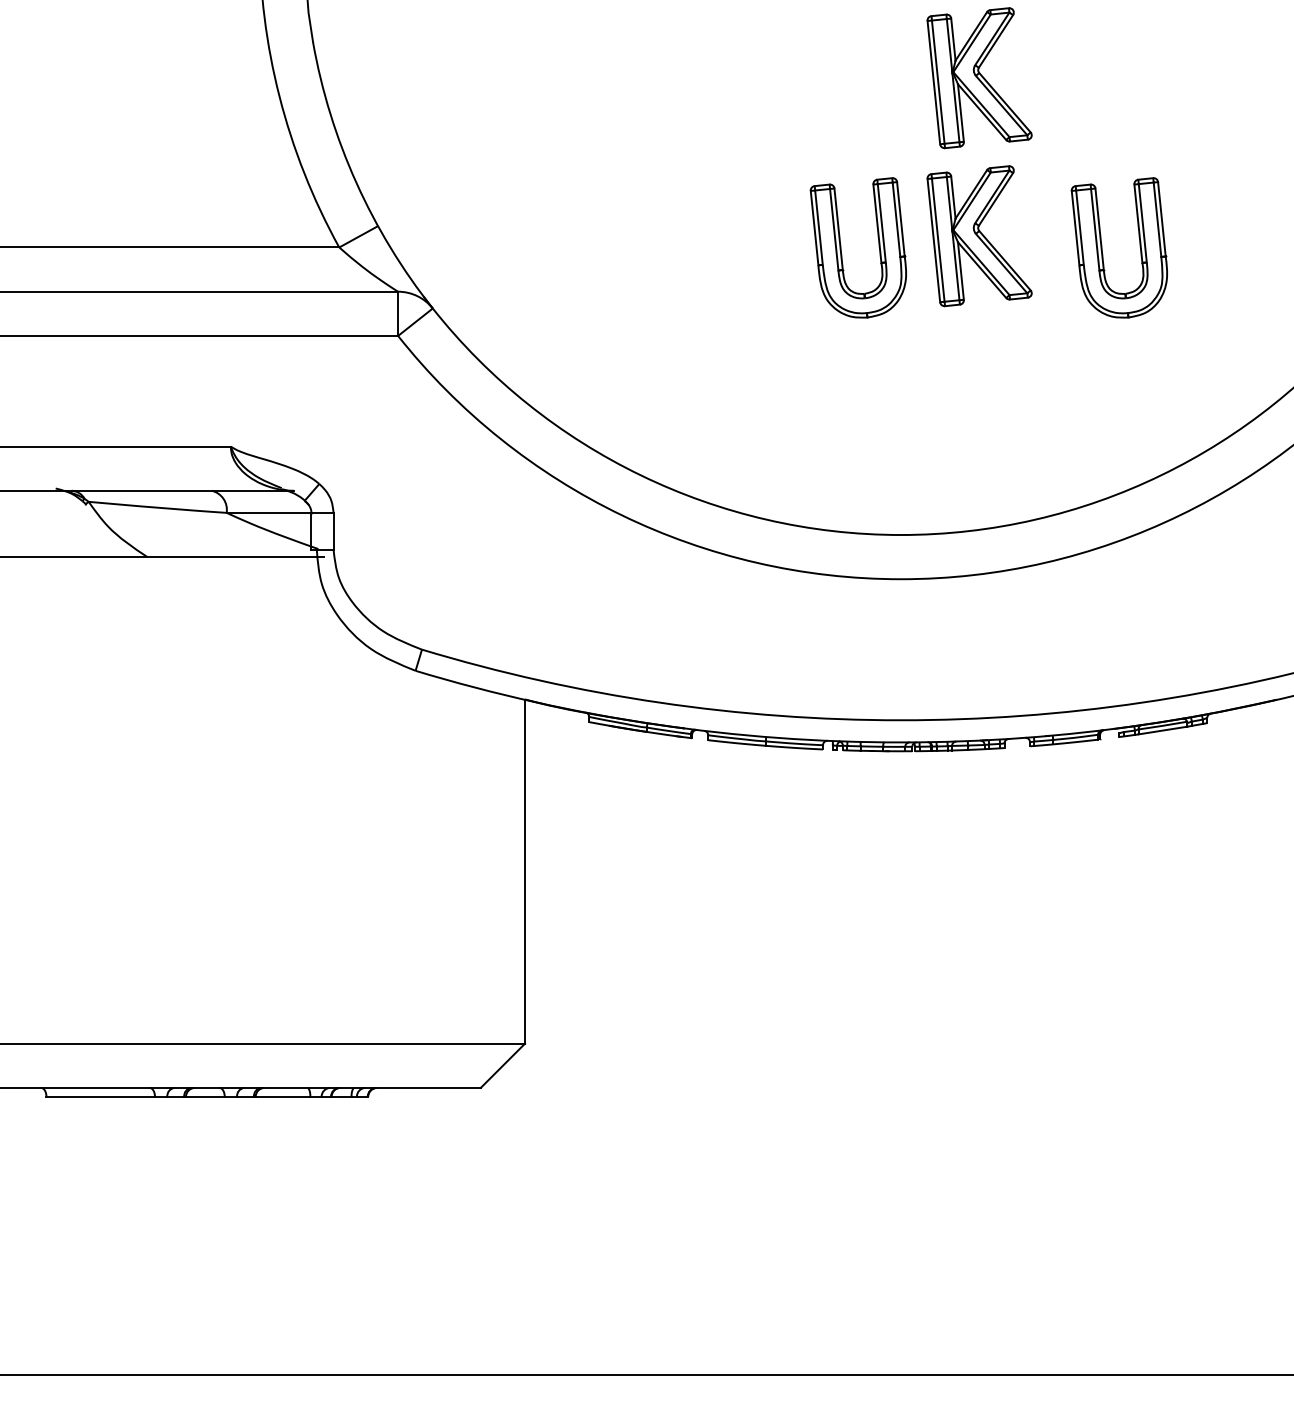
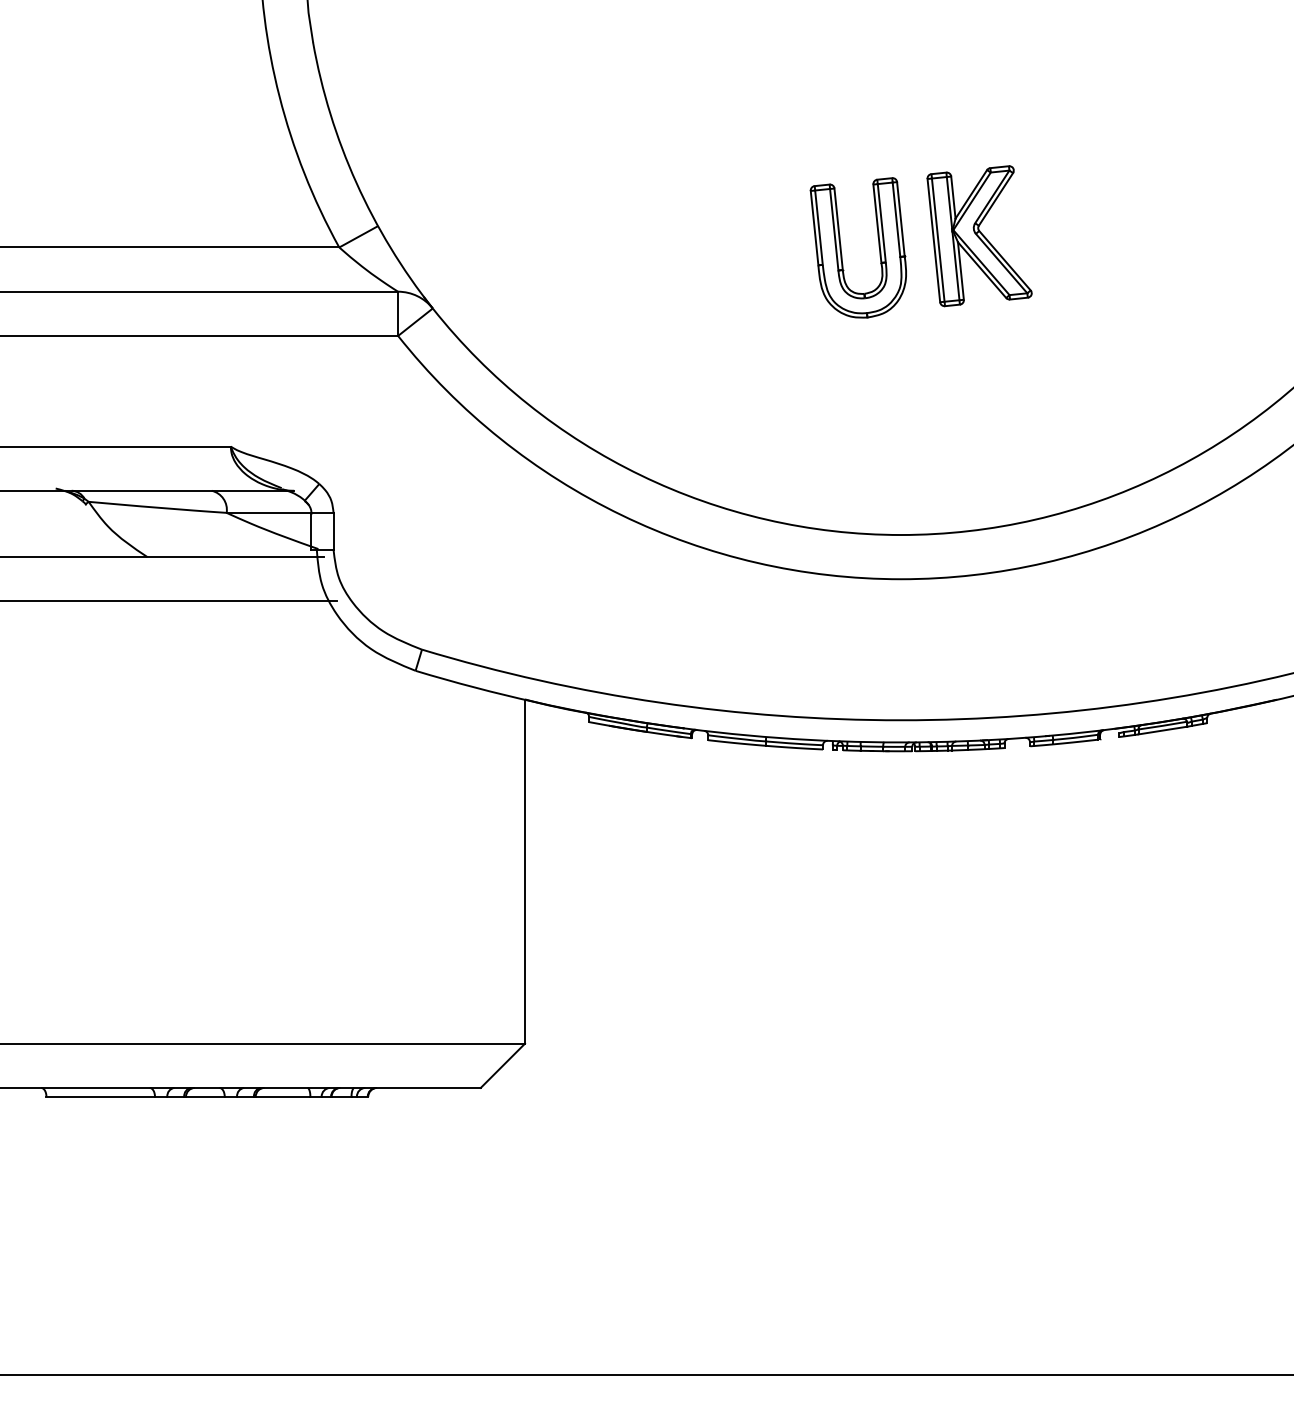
part at (979, 78): present -> none
part at (1102, 247): present -> none
line at (169, 601): none -> present
